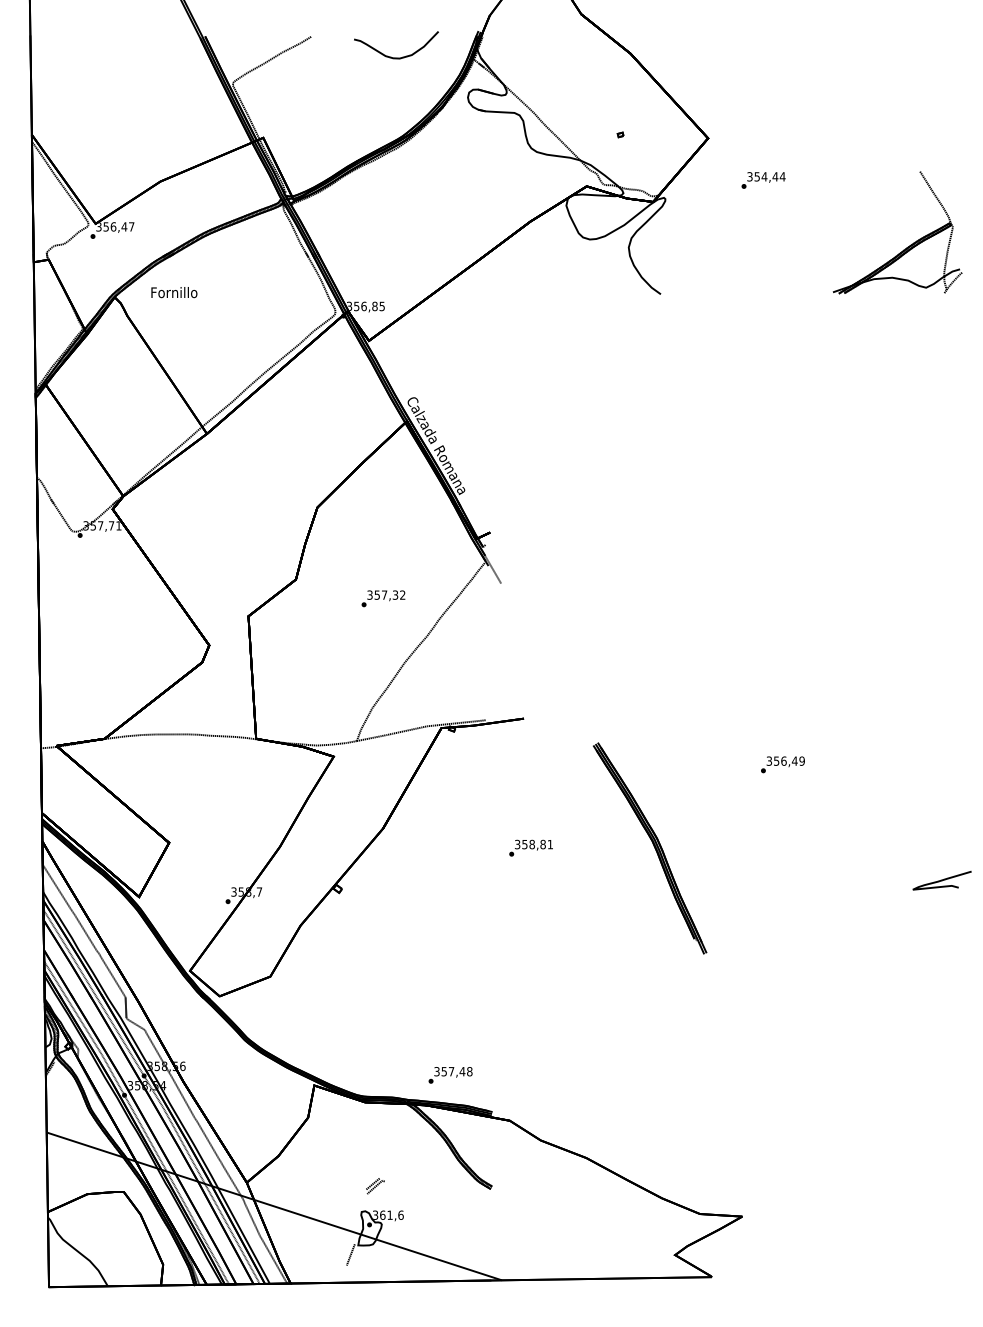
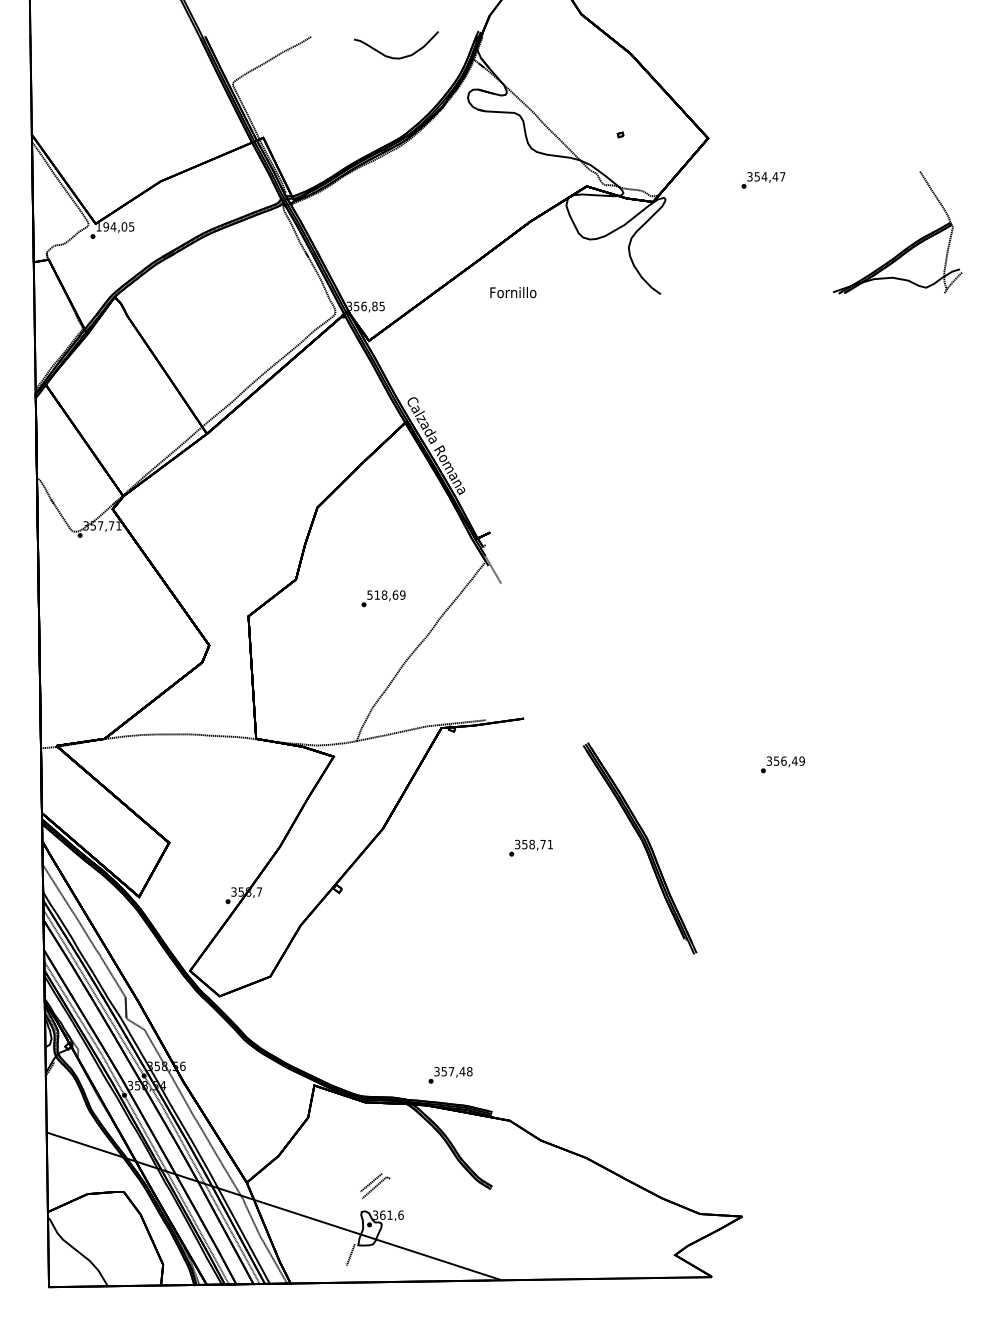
text at (782, 176): 354,44 -> 354,47
text at (115, 226): 356,47 -> 194,05
text at (174, 292) position: (174, 292) -> (513, 292)
text at (386, 594): 357,32 -> 518,69
text at (542, 844): 358,81 -> 358,71
part at (650, 848) position: (650, 848) -> (640, 848)
part at (941, 880): present -> none
part at (375, 1186) size: 19x17 px -> 31x26 px
